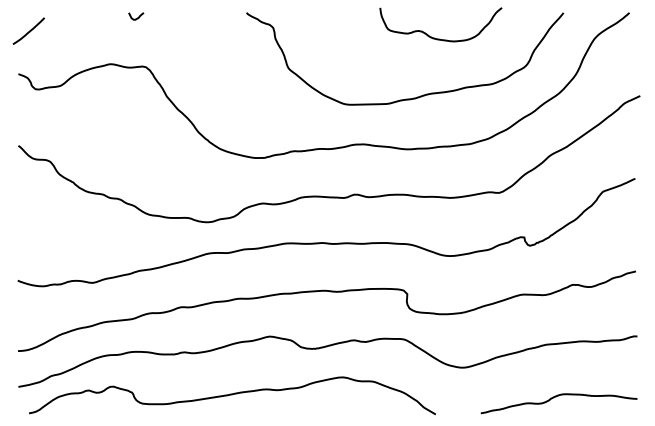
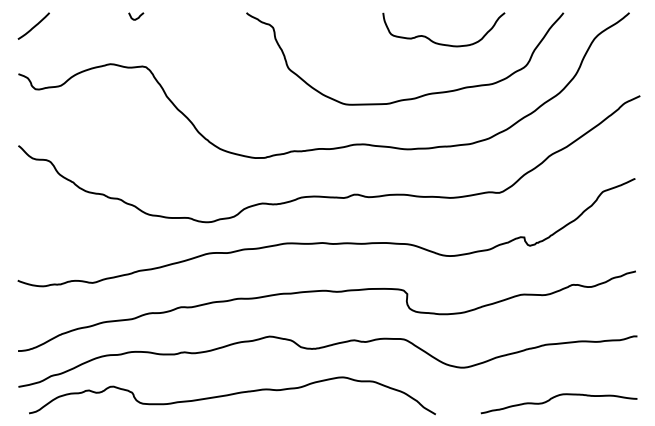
curve at (29, 30) position: (29, 30) -> (34, 25)
curve at (440, 38) position: (440, 38) -> (443, 43)
